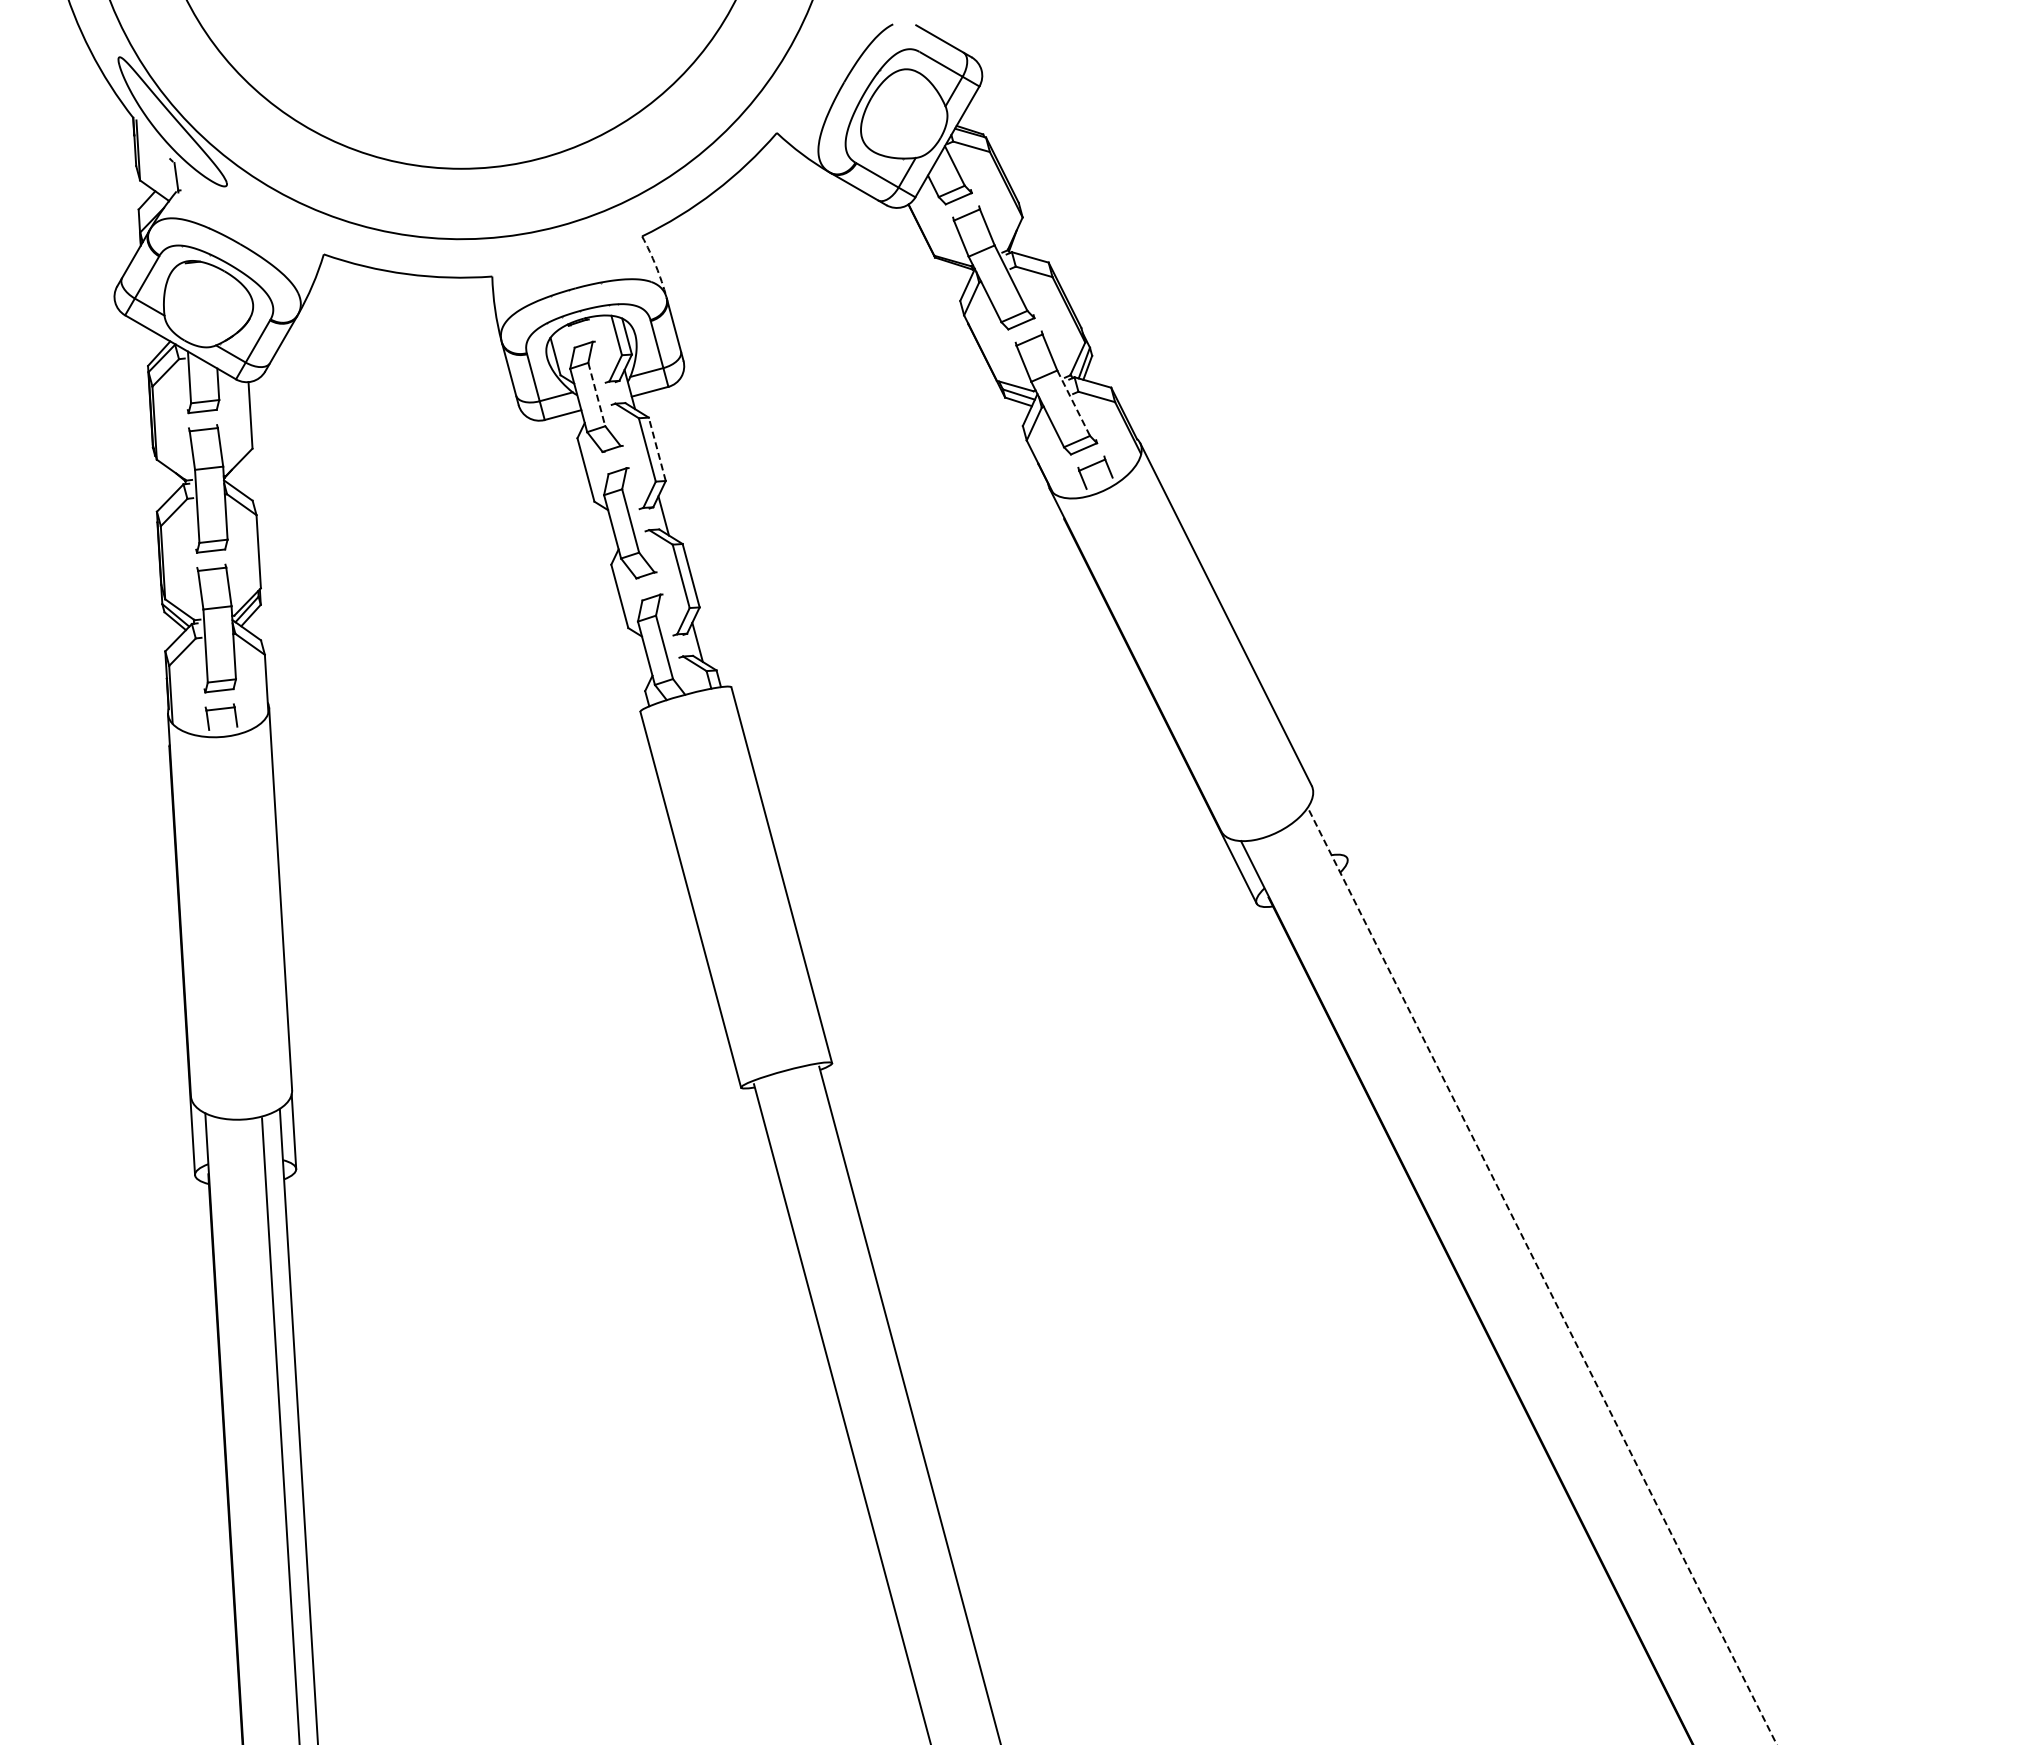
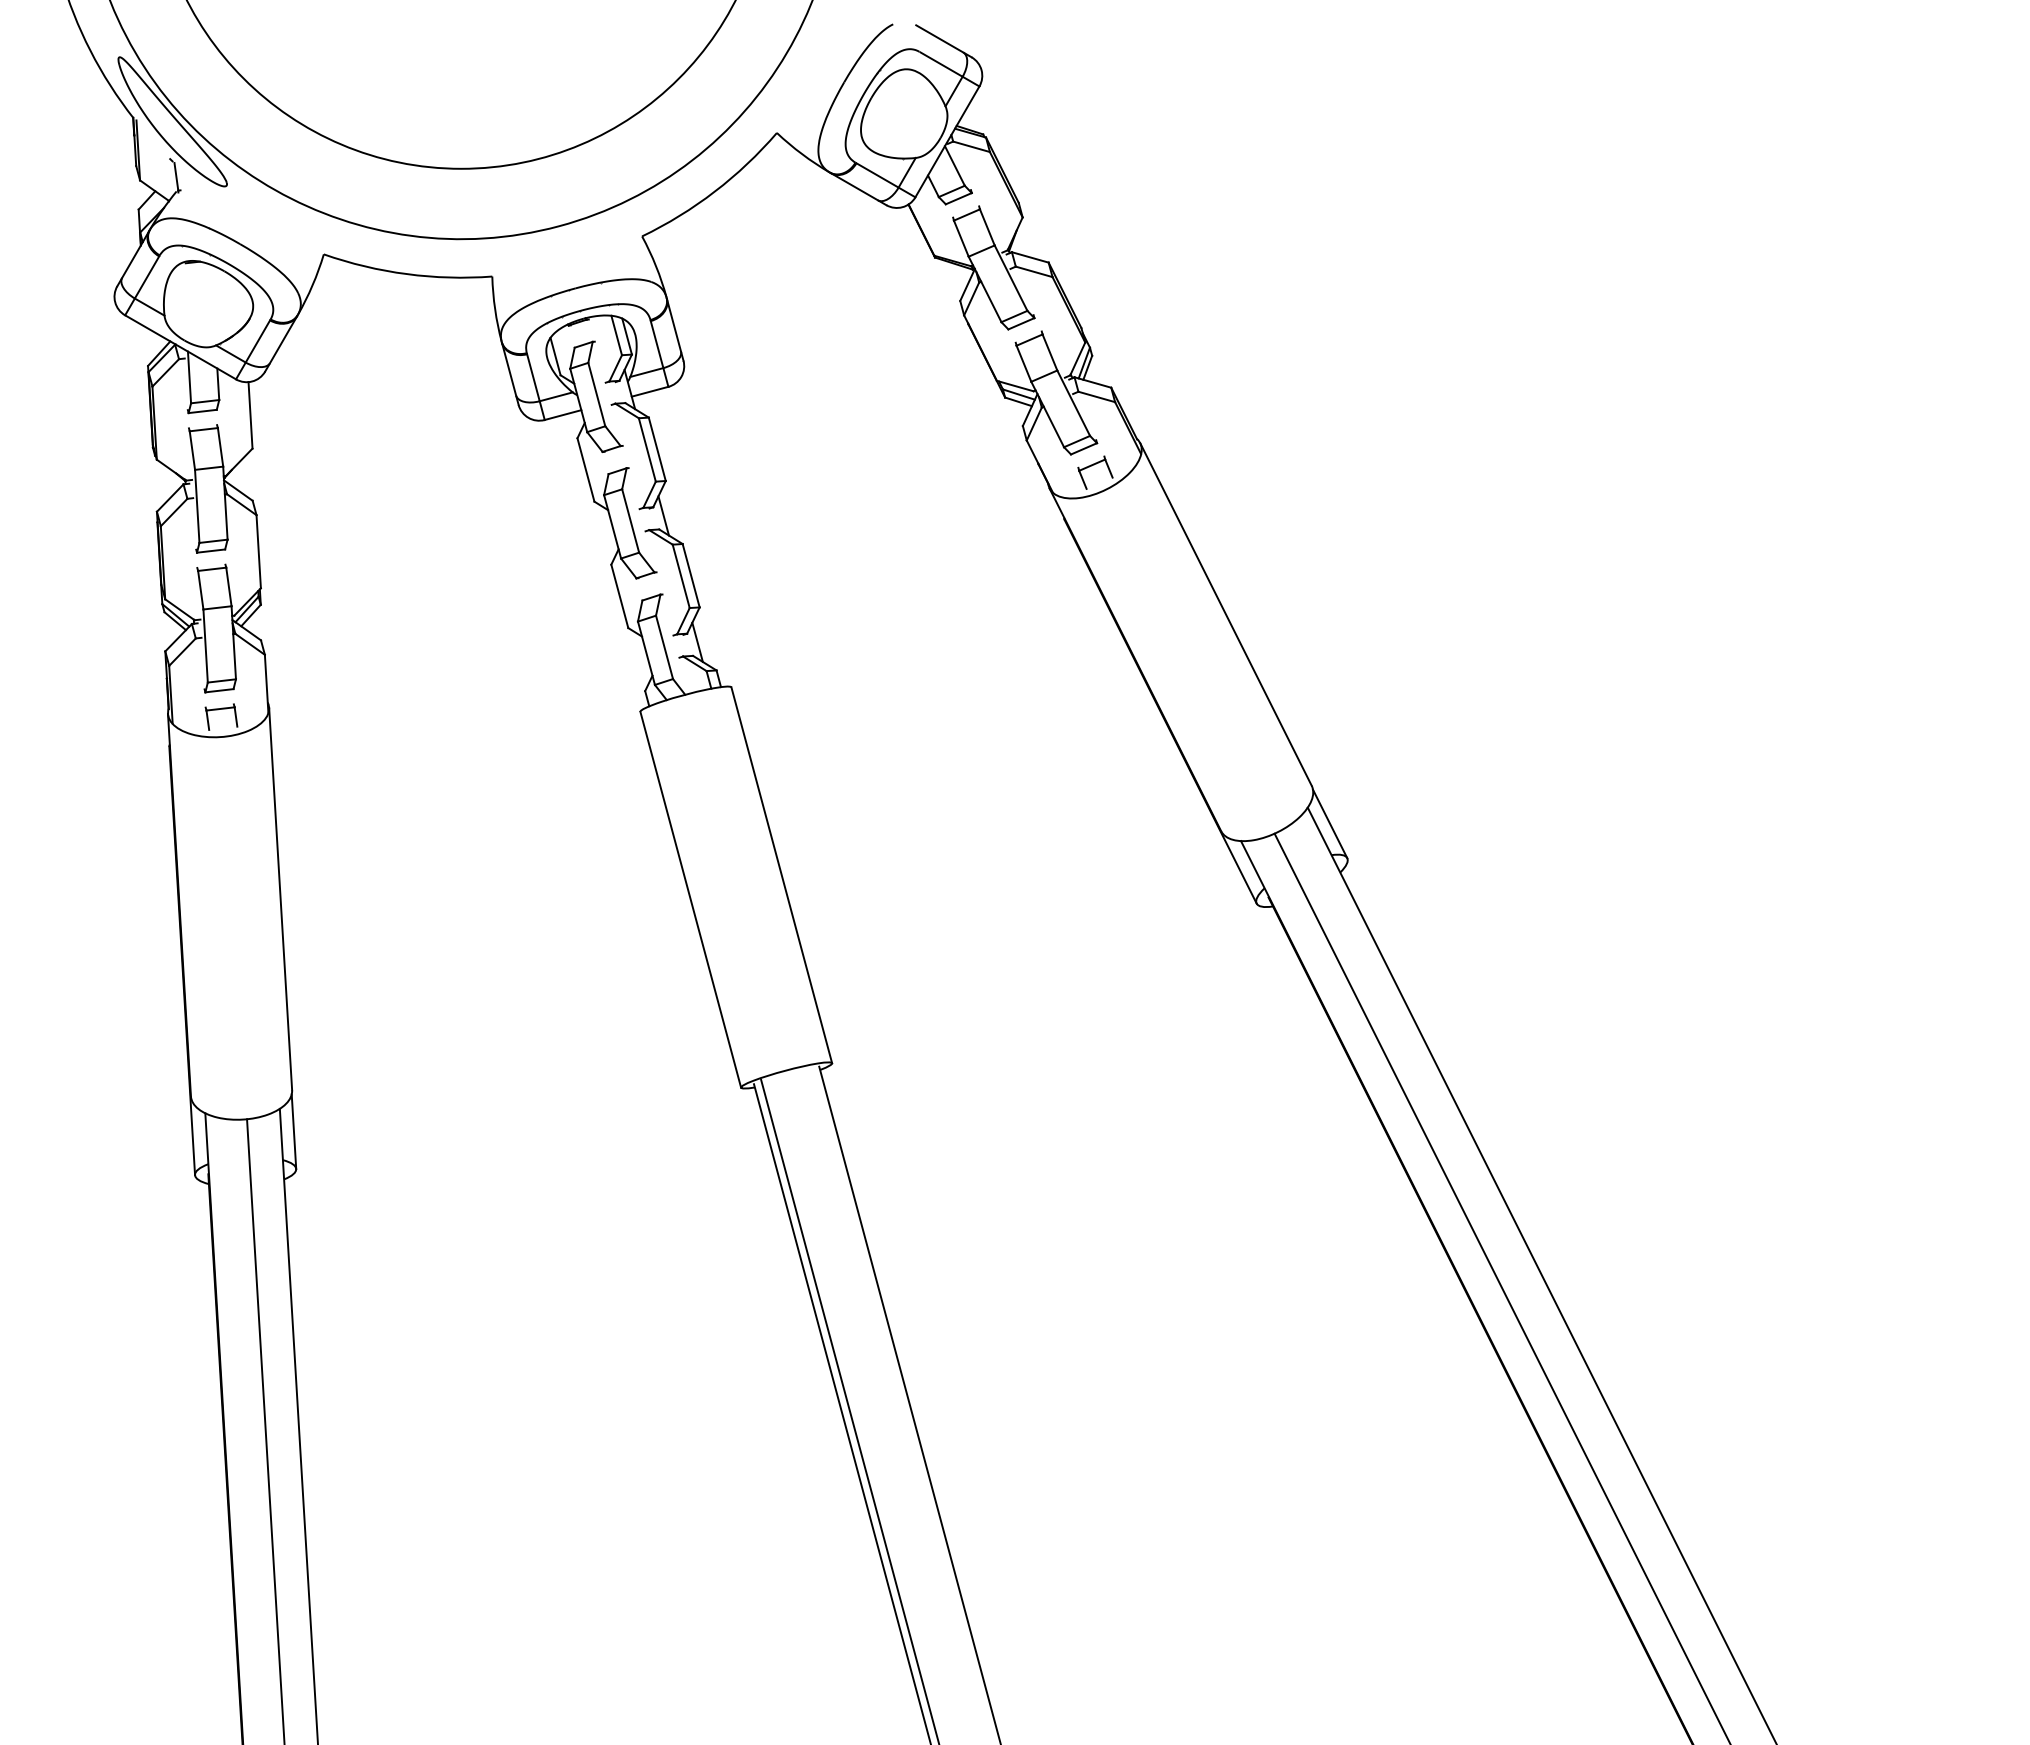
arc at (656, 266): dashed -> solid
line at (596, 394): dashed -> solid
line at (1073, 403): dashed -> solid
line at (657, 449): dashed -> solid
line at (1330, 823): none -> present
line at (1542, 1276): dashed -> solid
line at (1501, 1287): none -> present
line at (849, 1410): none -> present
line at (280, 1429) position: (280, 1429) -> (265, 1430)
